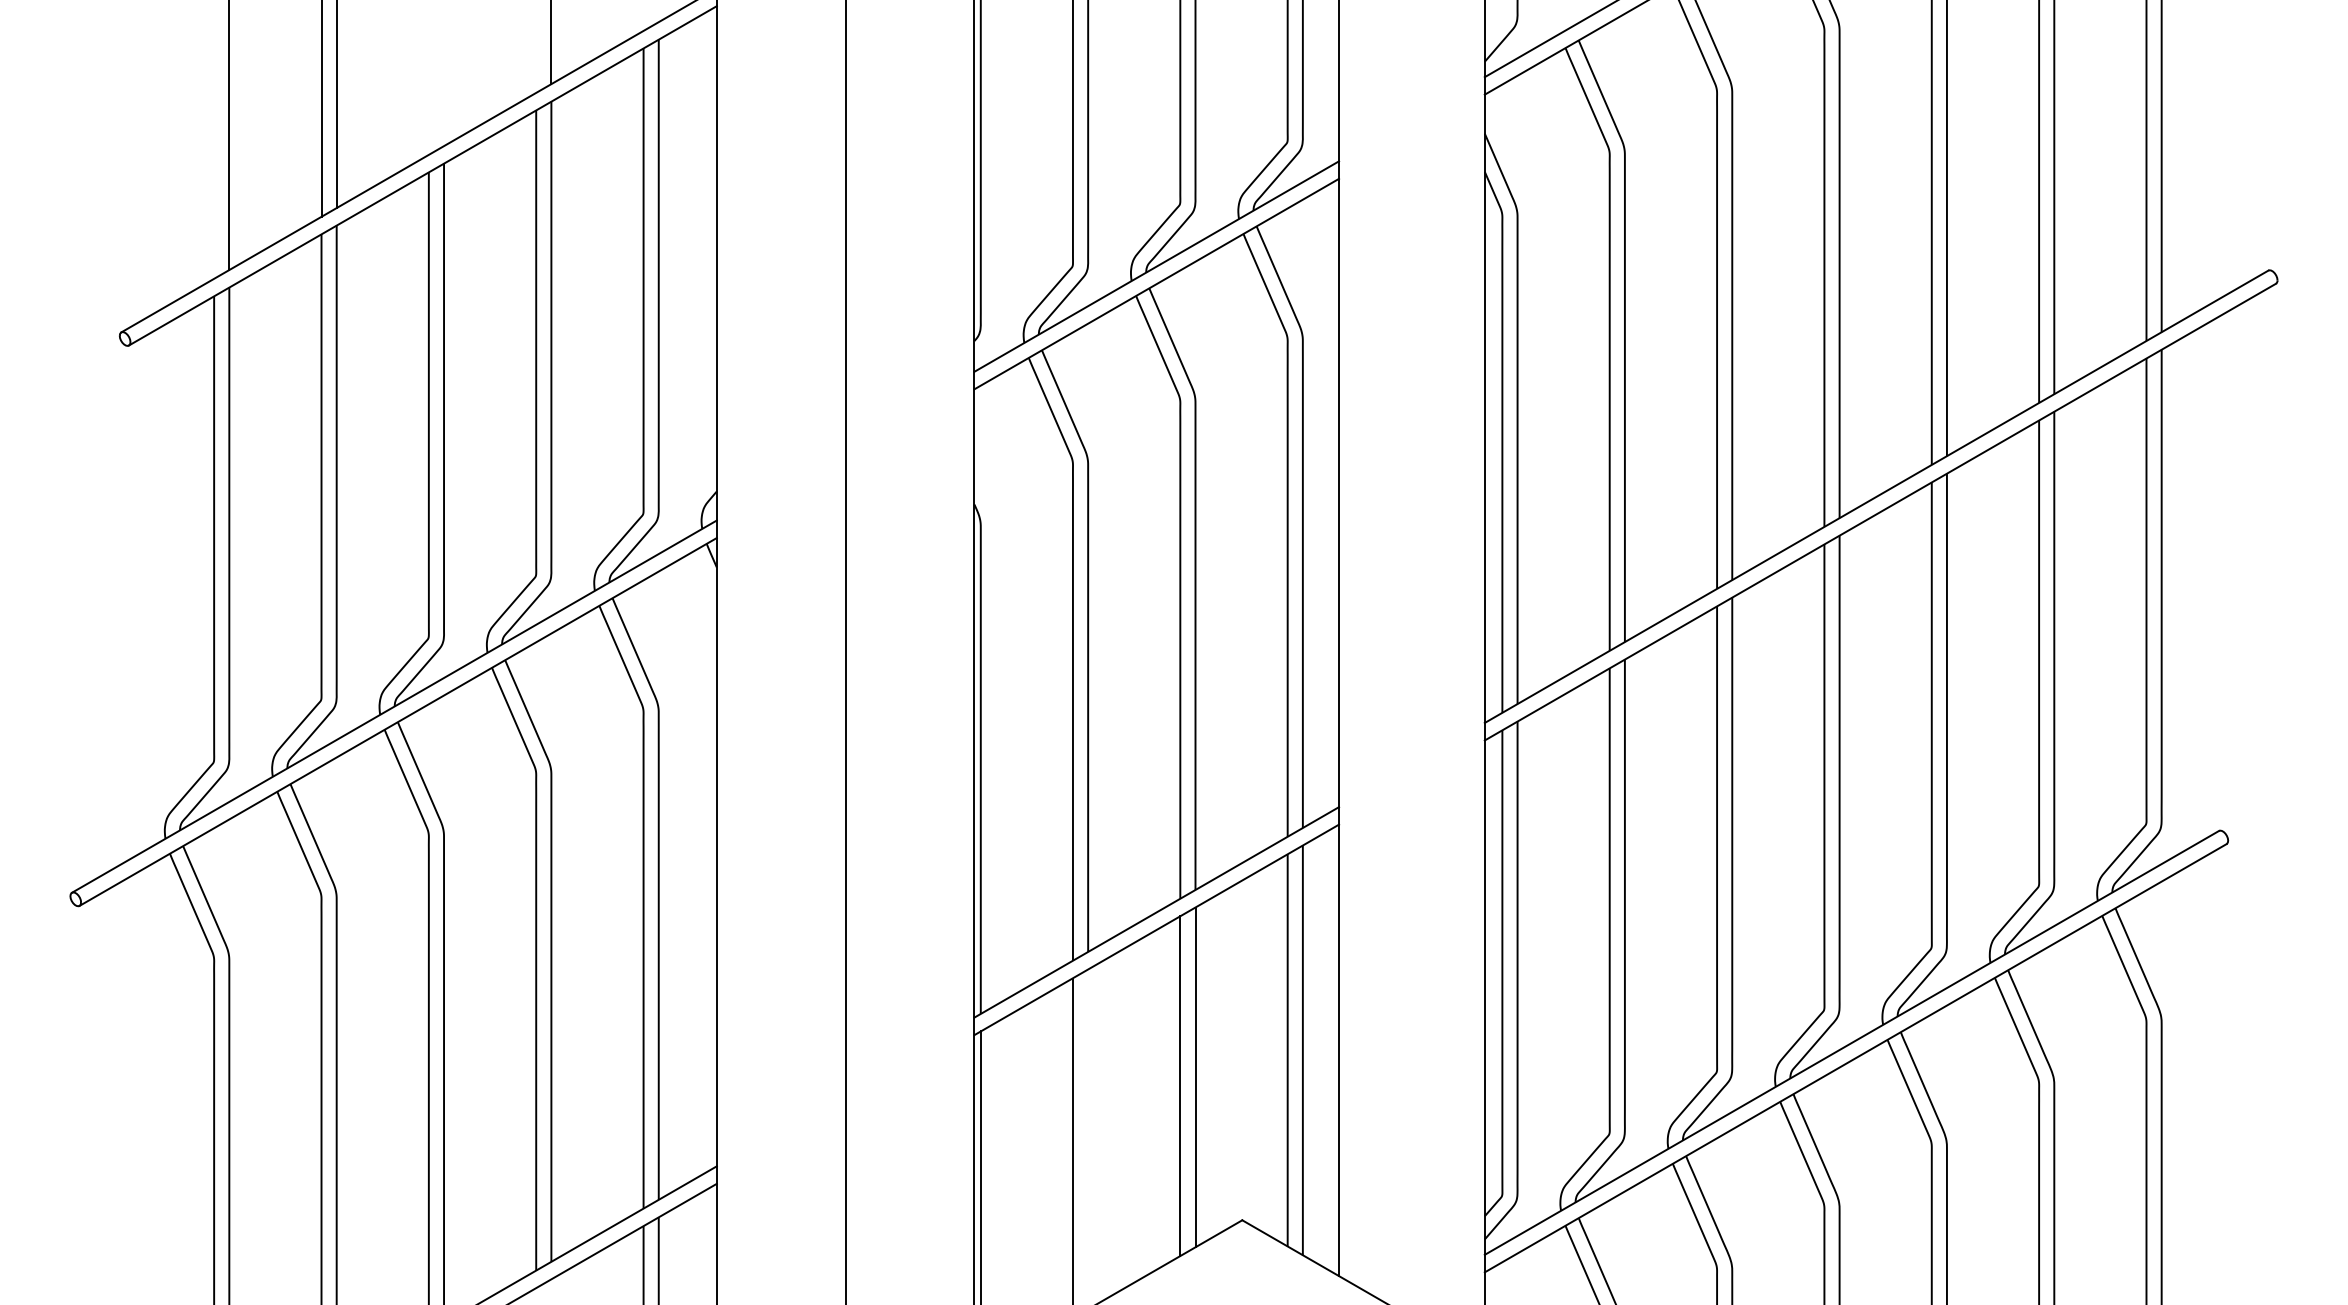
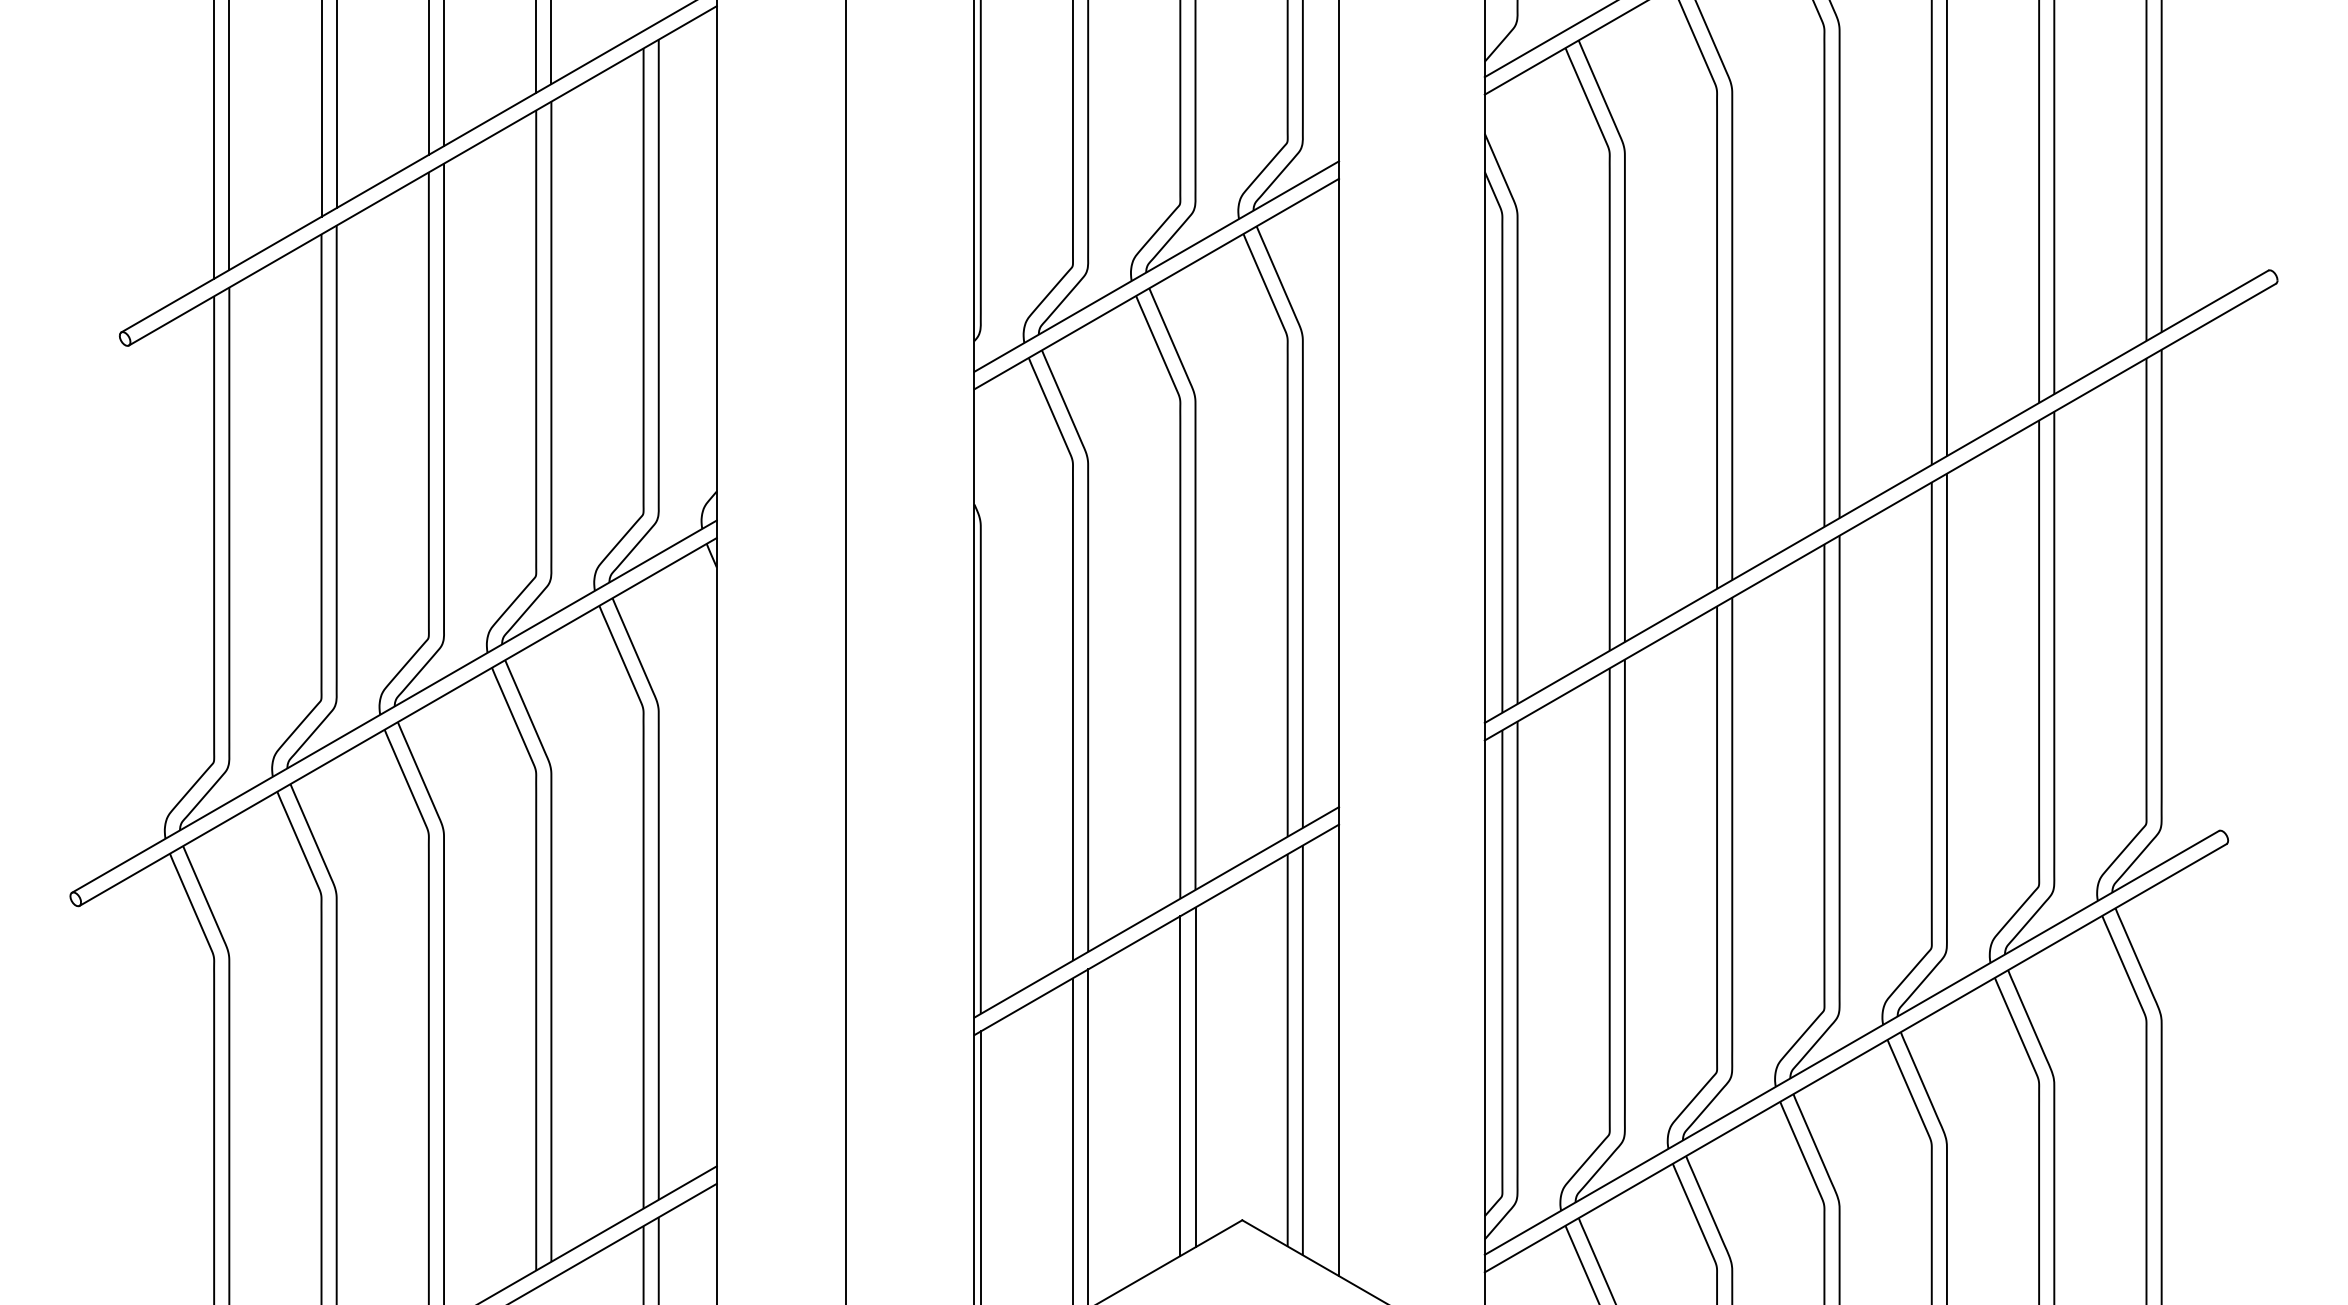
line at (536, 47): none -> present
line at (444, 74): none -> present
line at (428, 78): none -> present
line at (214, 140): none -> present
line at (1088, 1135): none -> present
